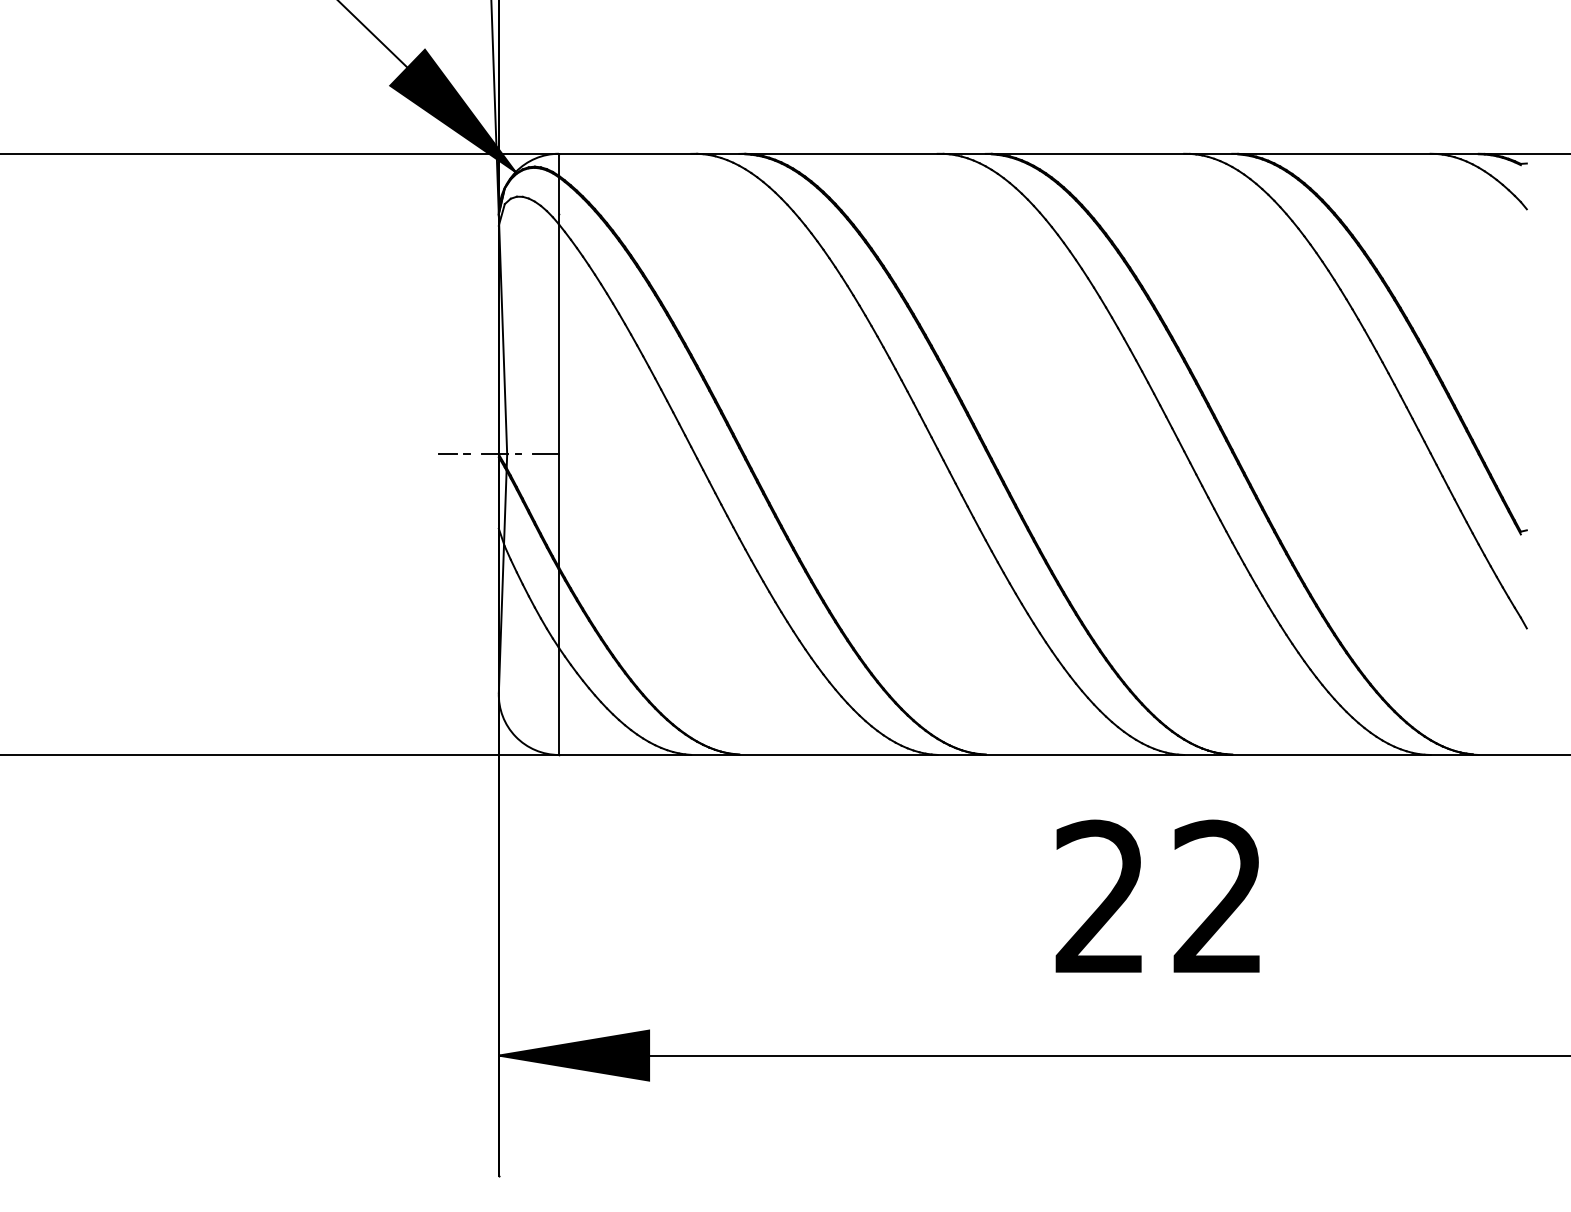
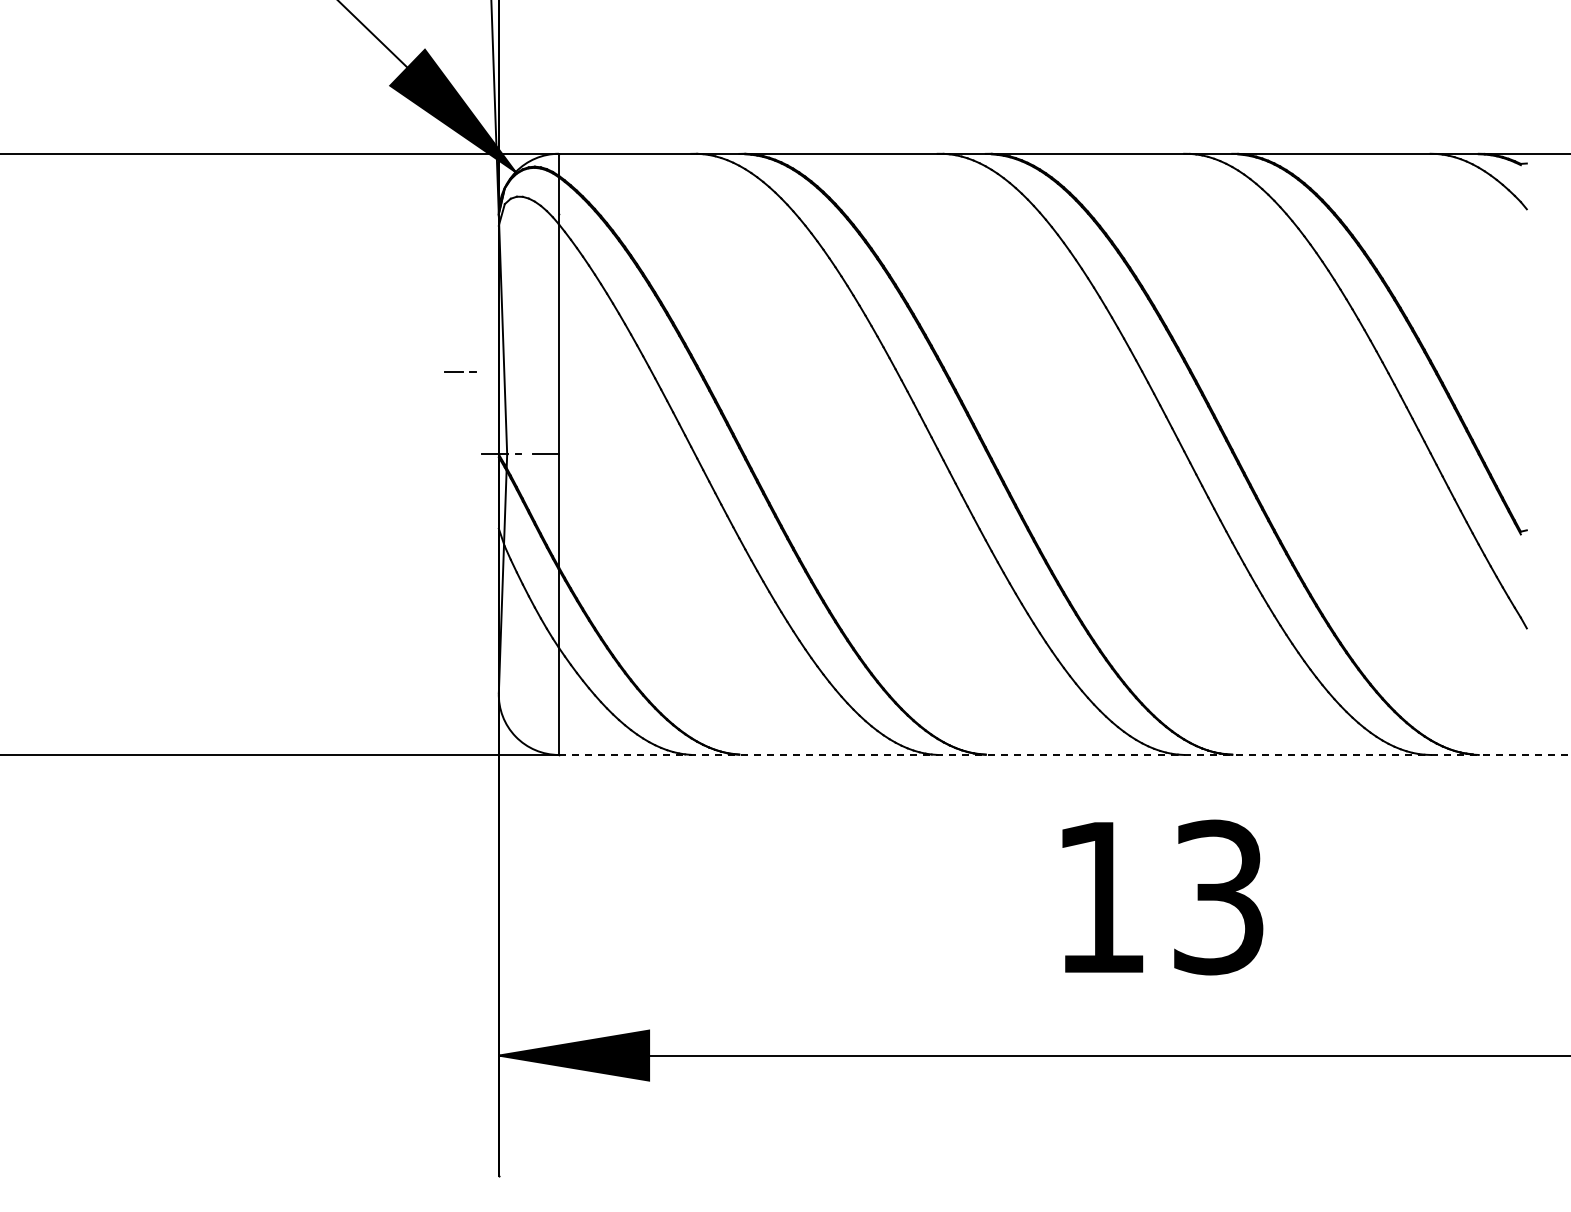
line at (454, 453) position: (454, 453) -> (460, 371)
line at (1064, 754): solid -> dashed
text at (1159, 897): 22 -> 13
